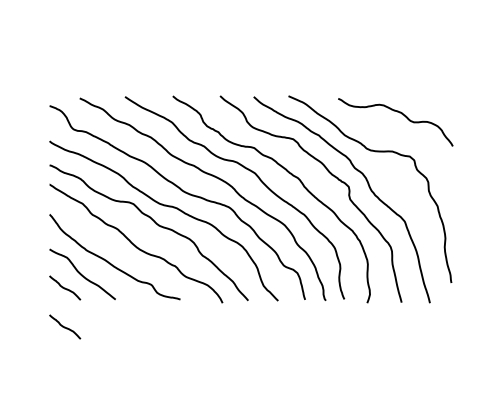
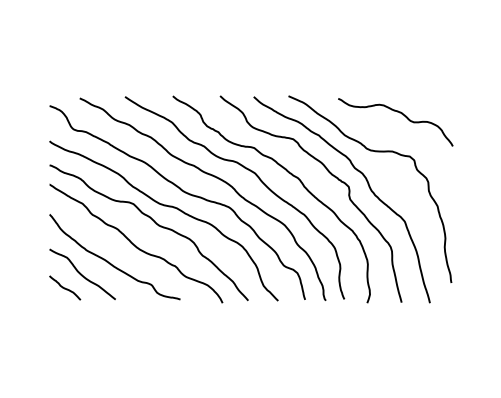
curve at (65, 326): present -> none
